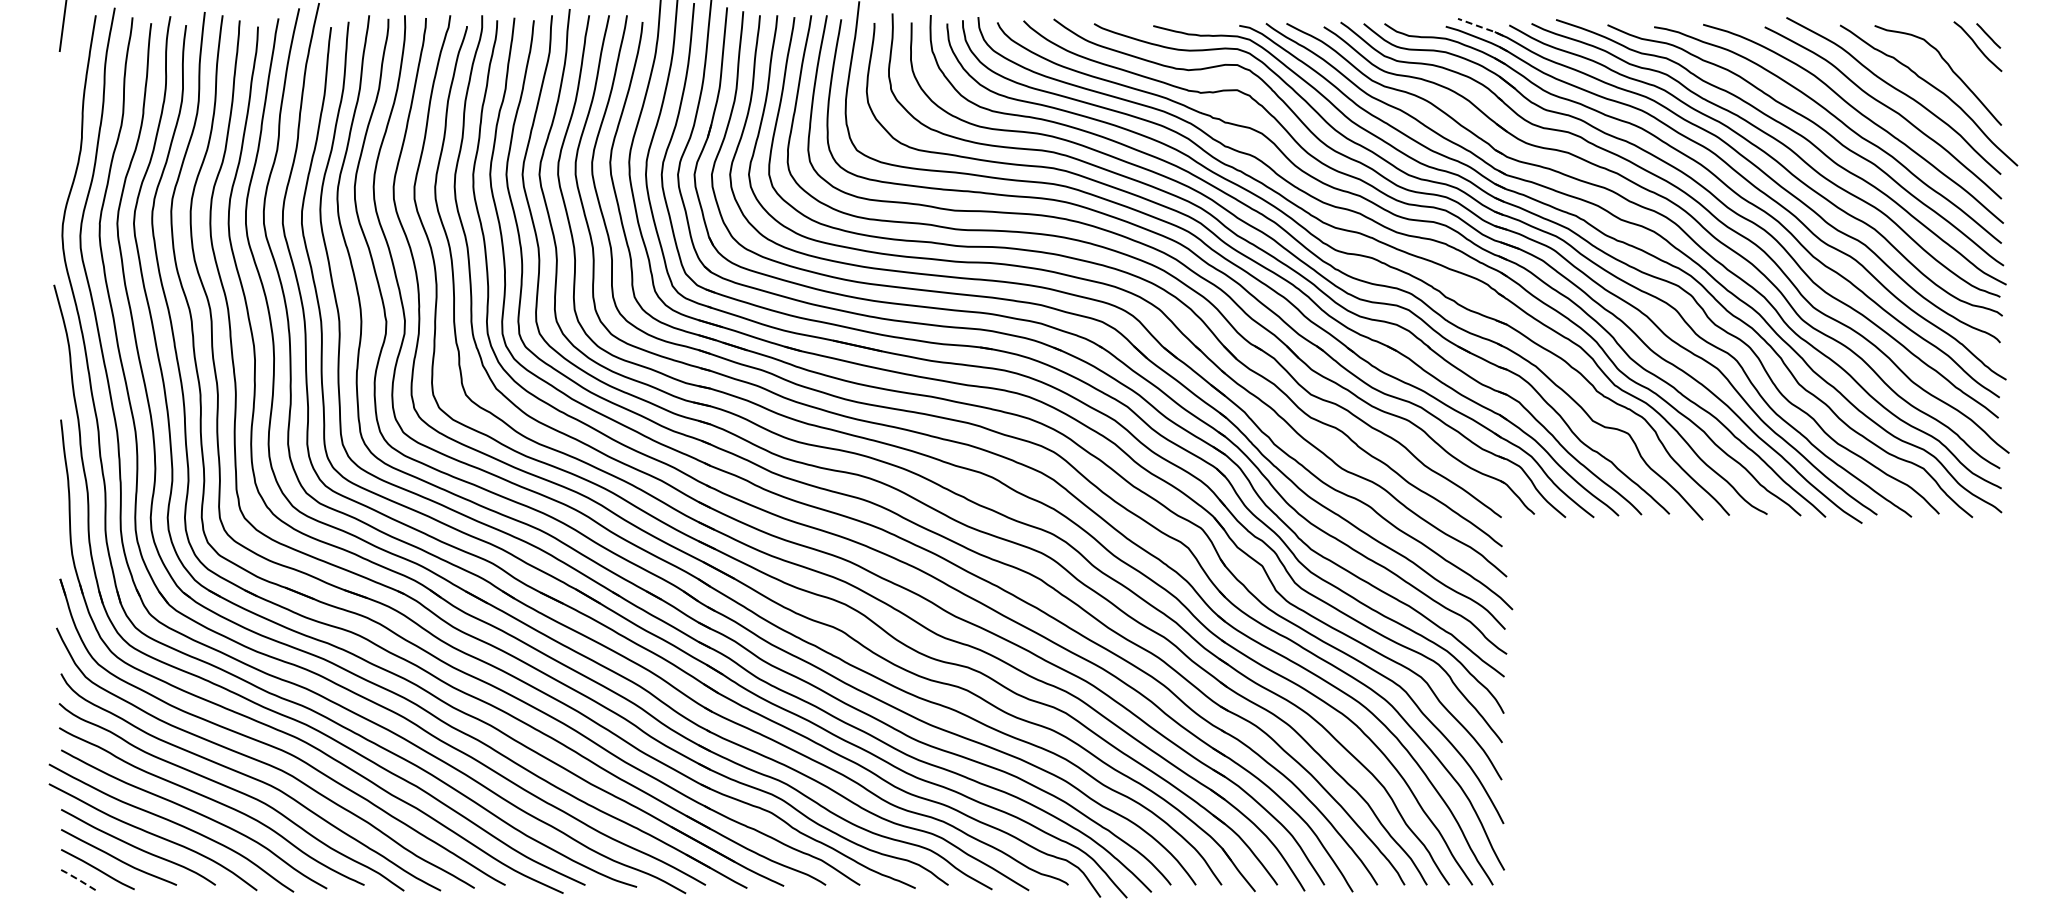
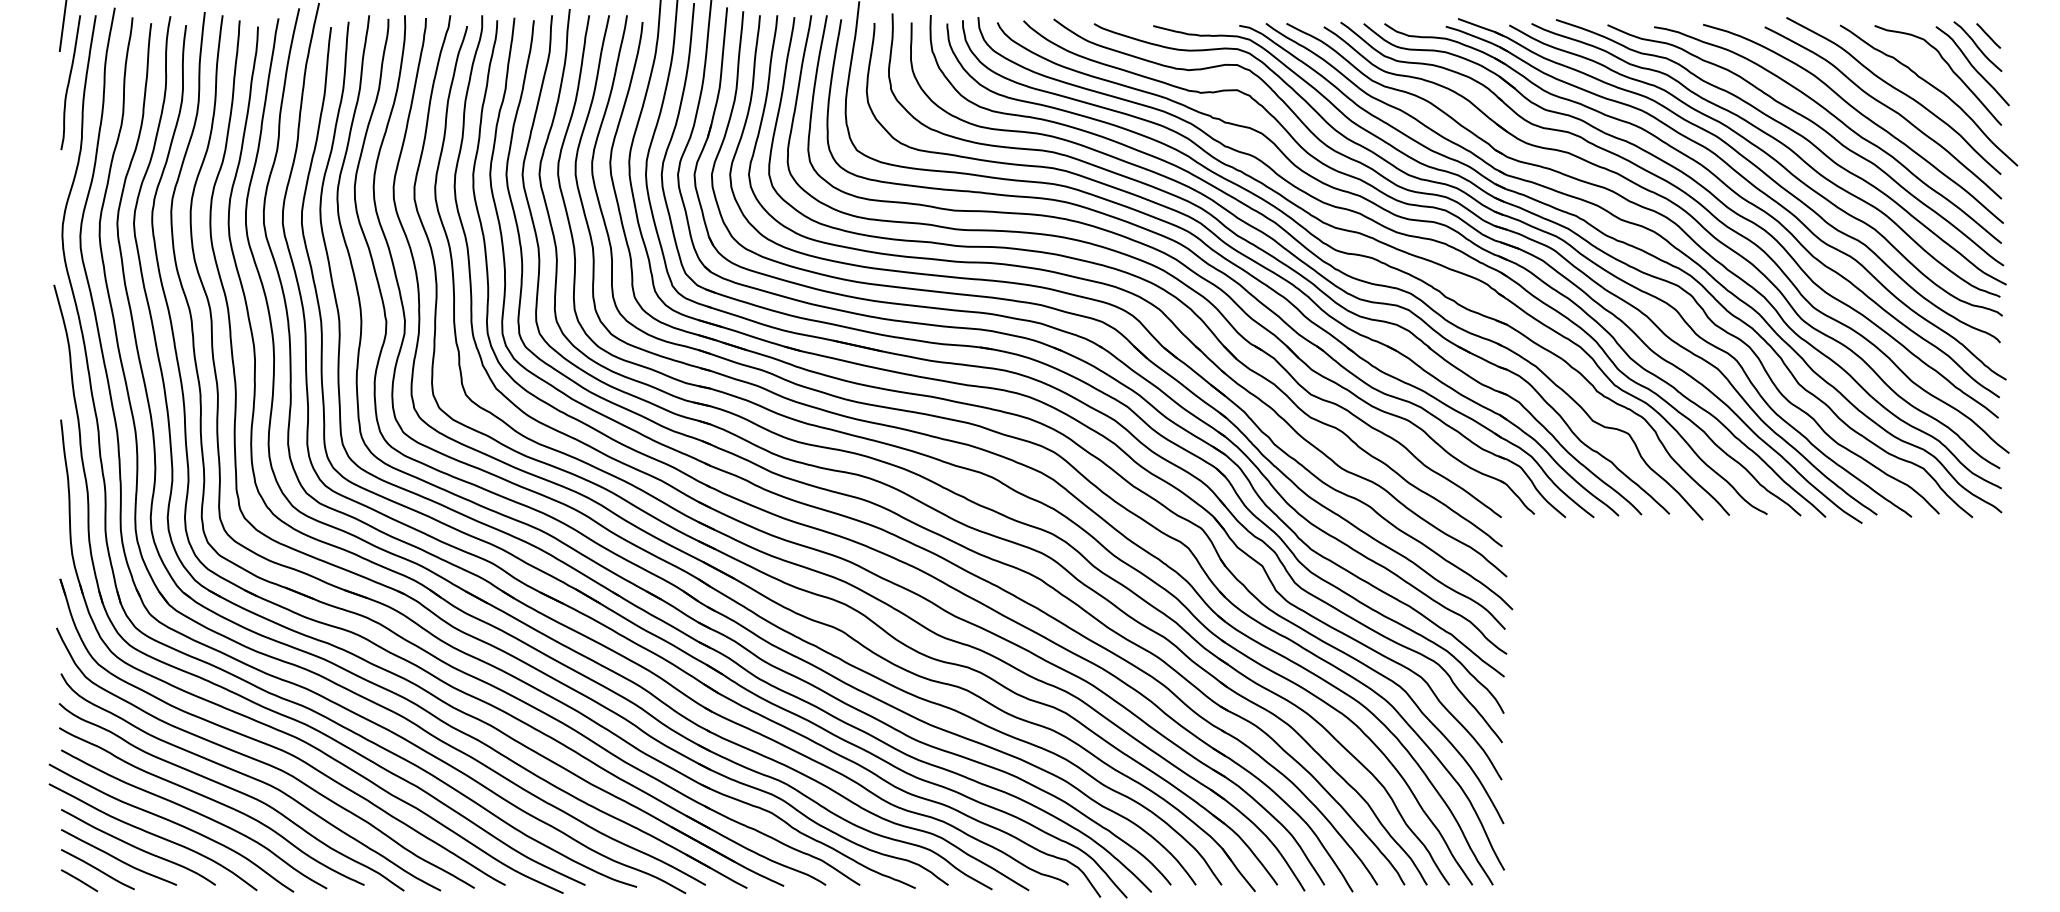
line at (1481, 27): dashed -> solid
curve at (1972, 66): none -> present
curve at (69, 82): none -> present
line at (78, 879): dashed -> solid
